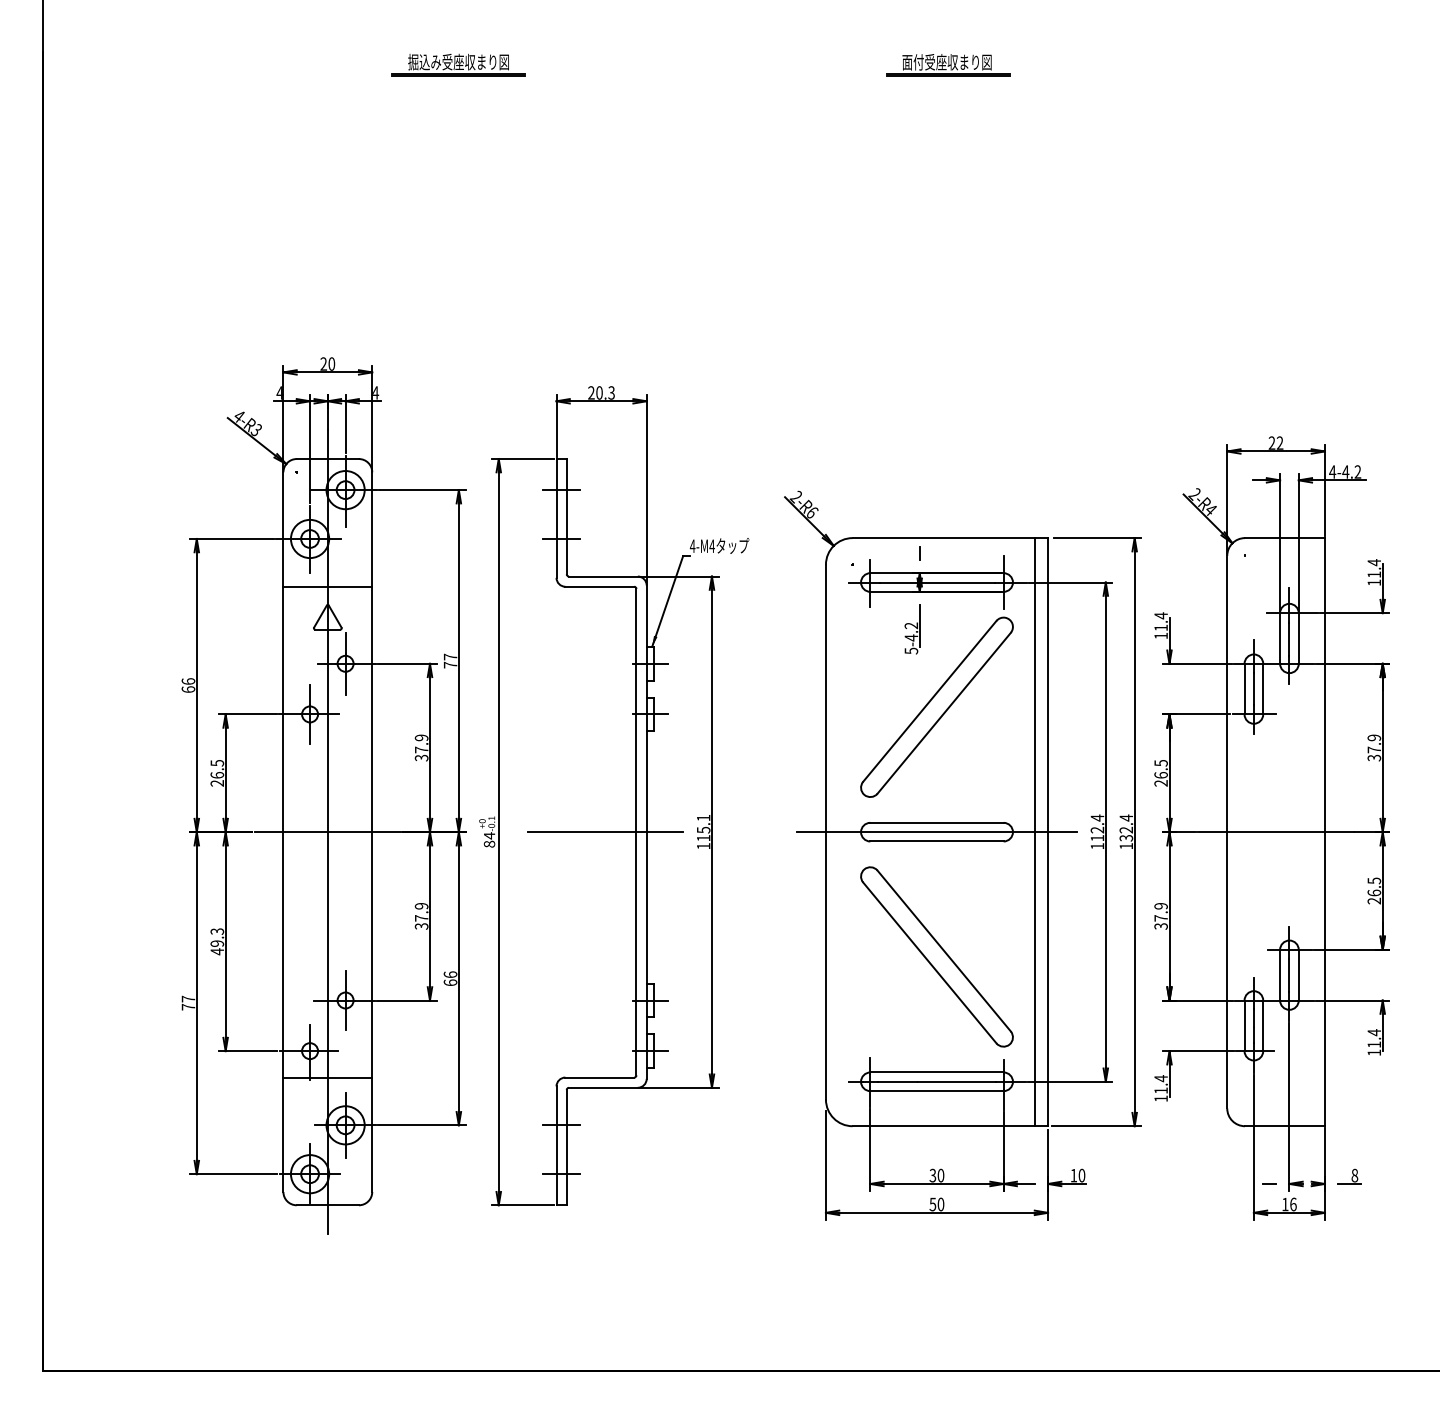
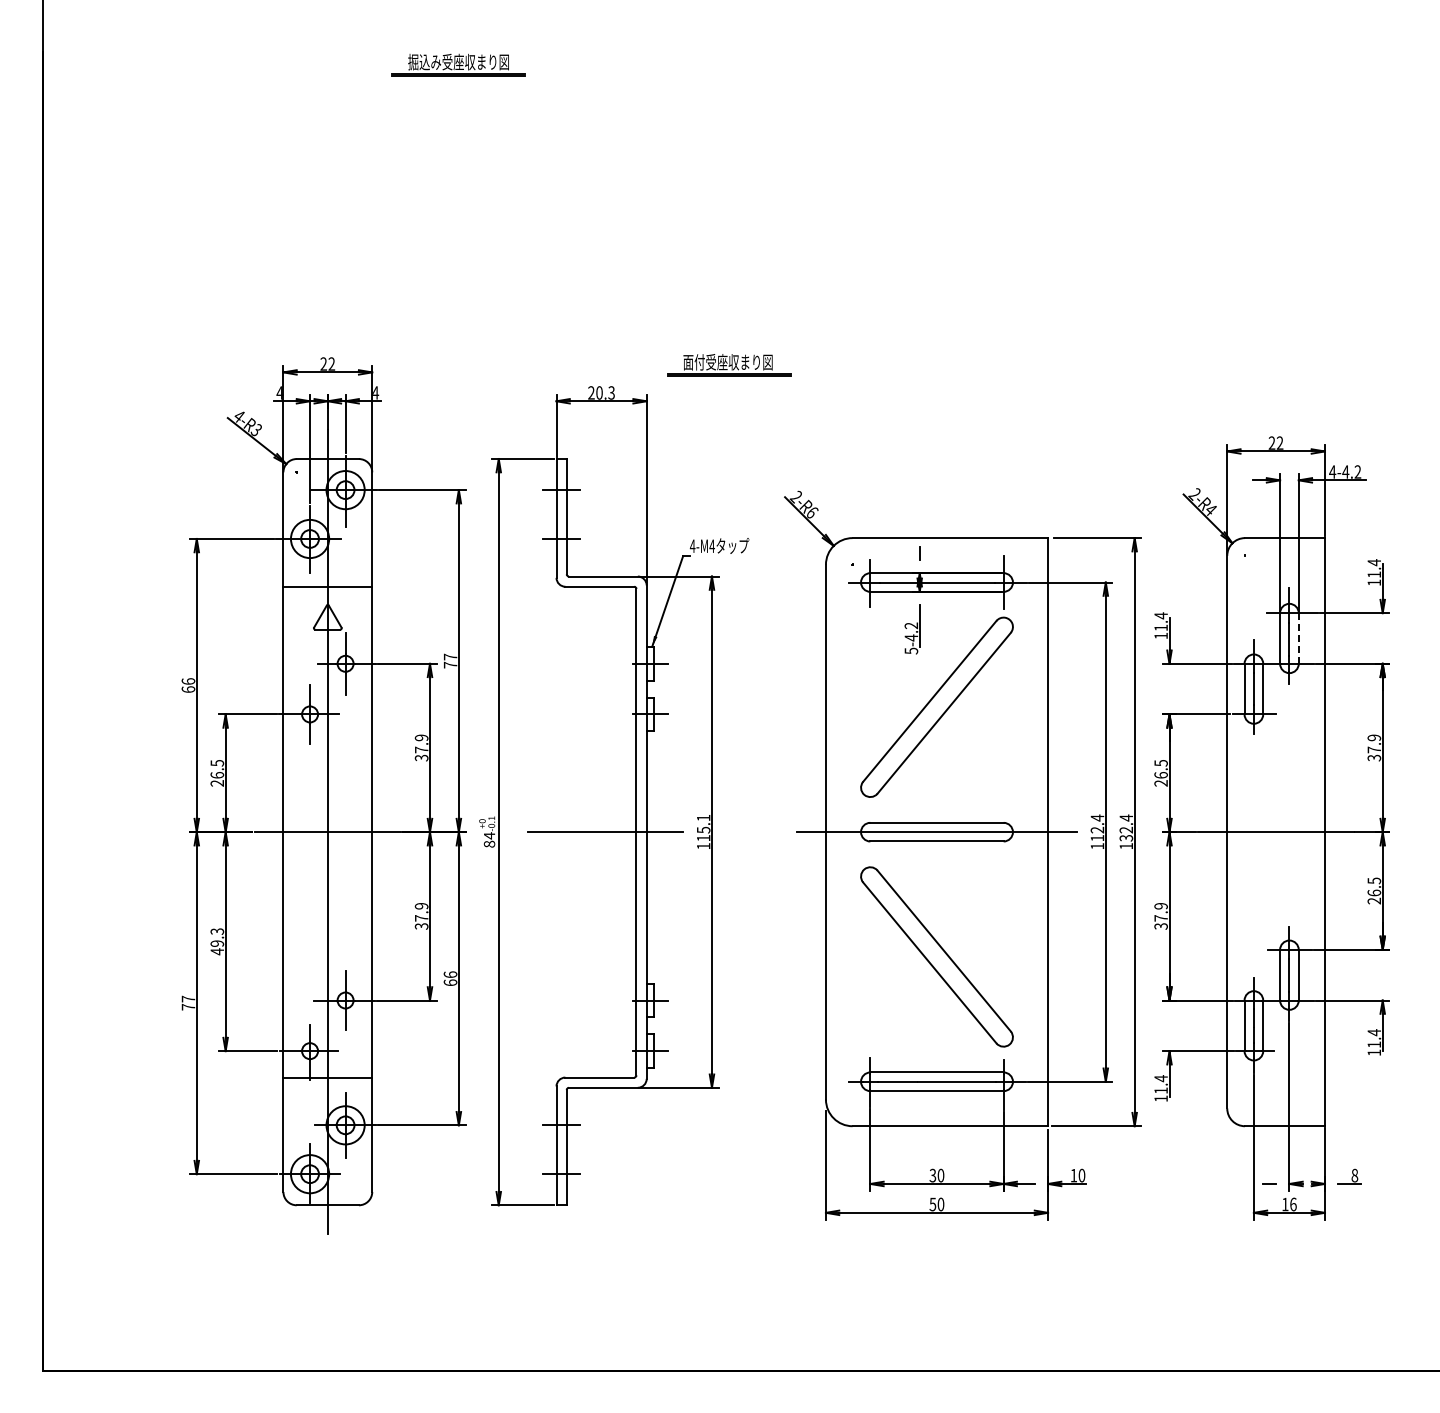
part at (948, 65) position: (948, 65) -> (729, 365)
text at (331, 363): 20 -> 22
line at (1298, 637): solid -> dashed
line at (1034, 832): present -> none
